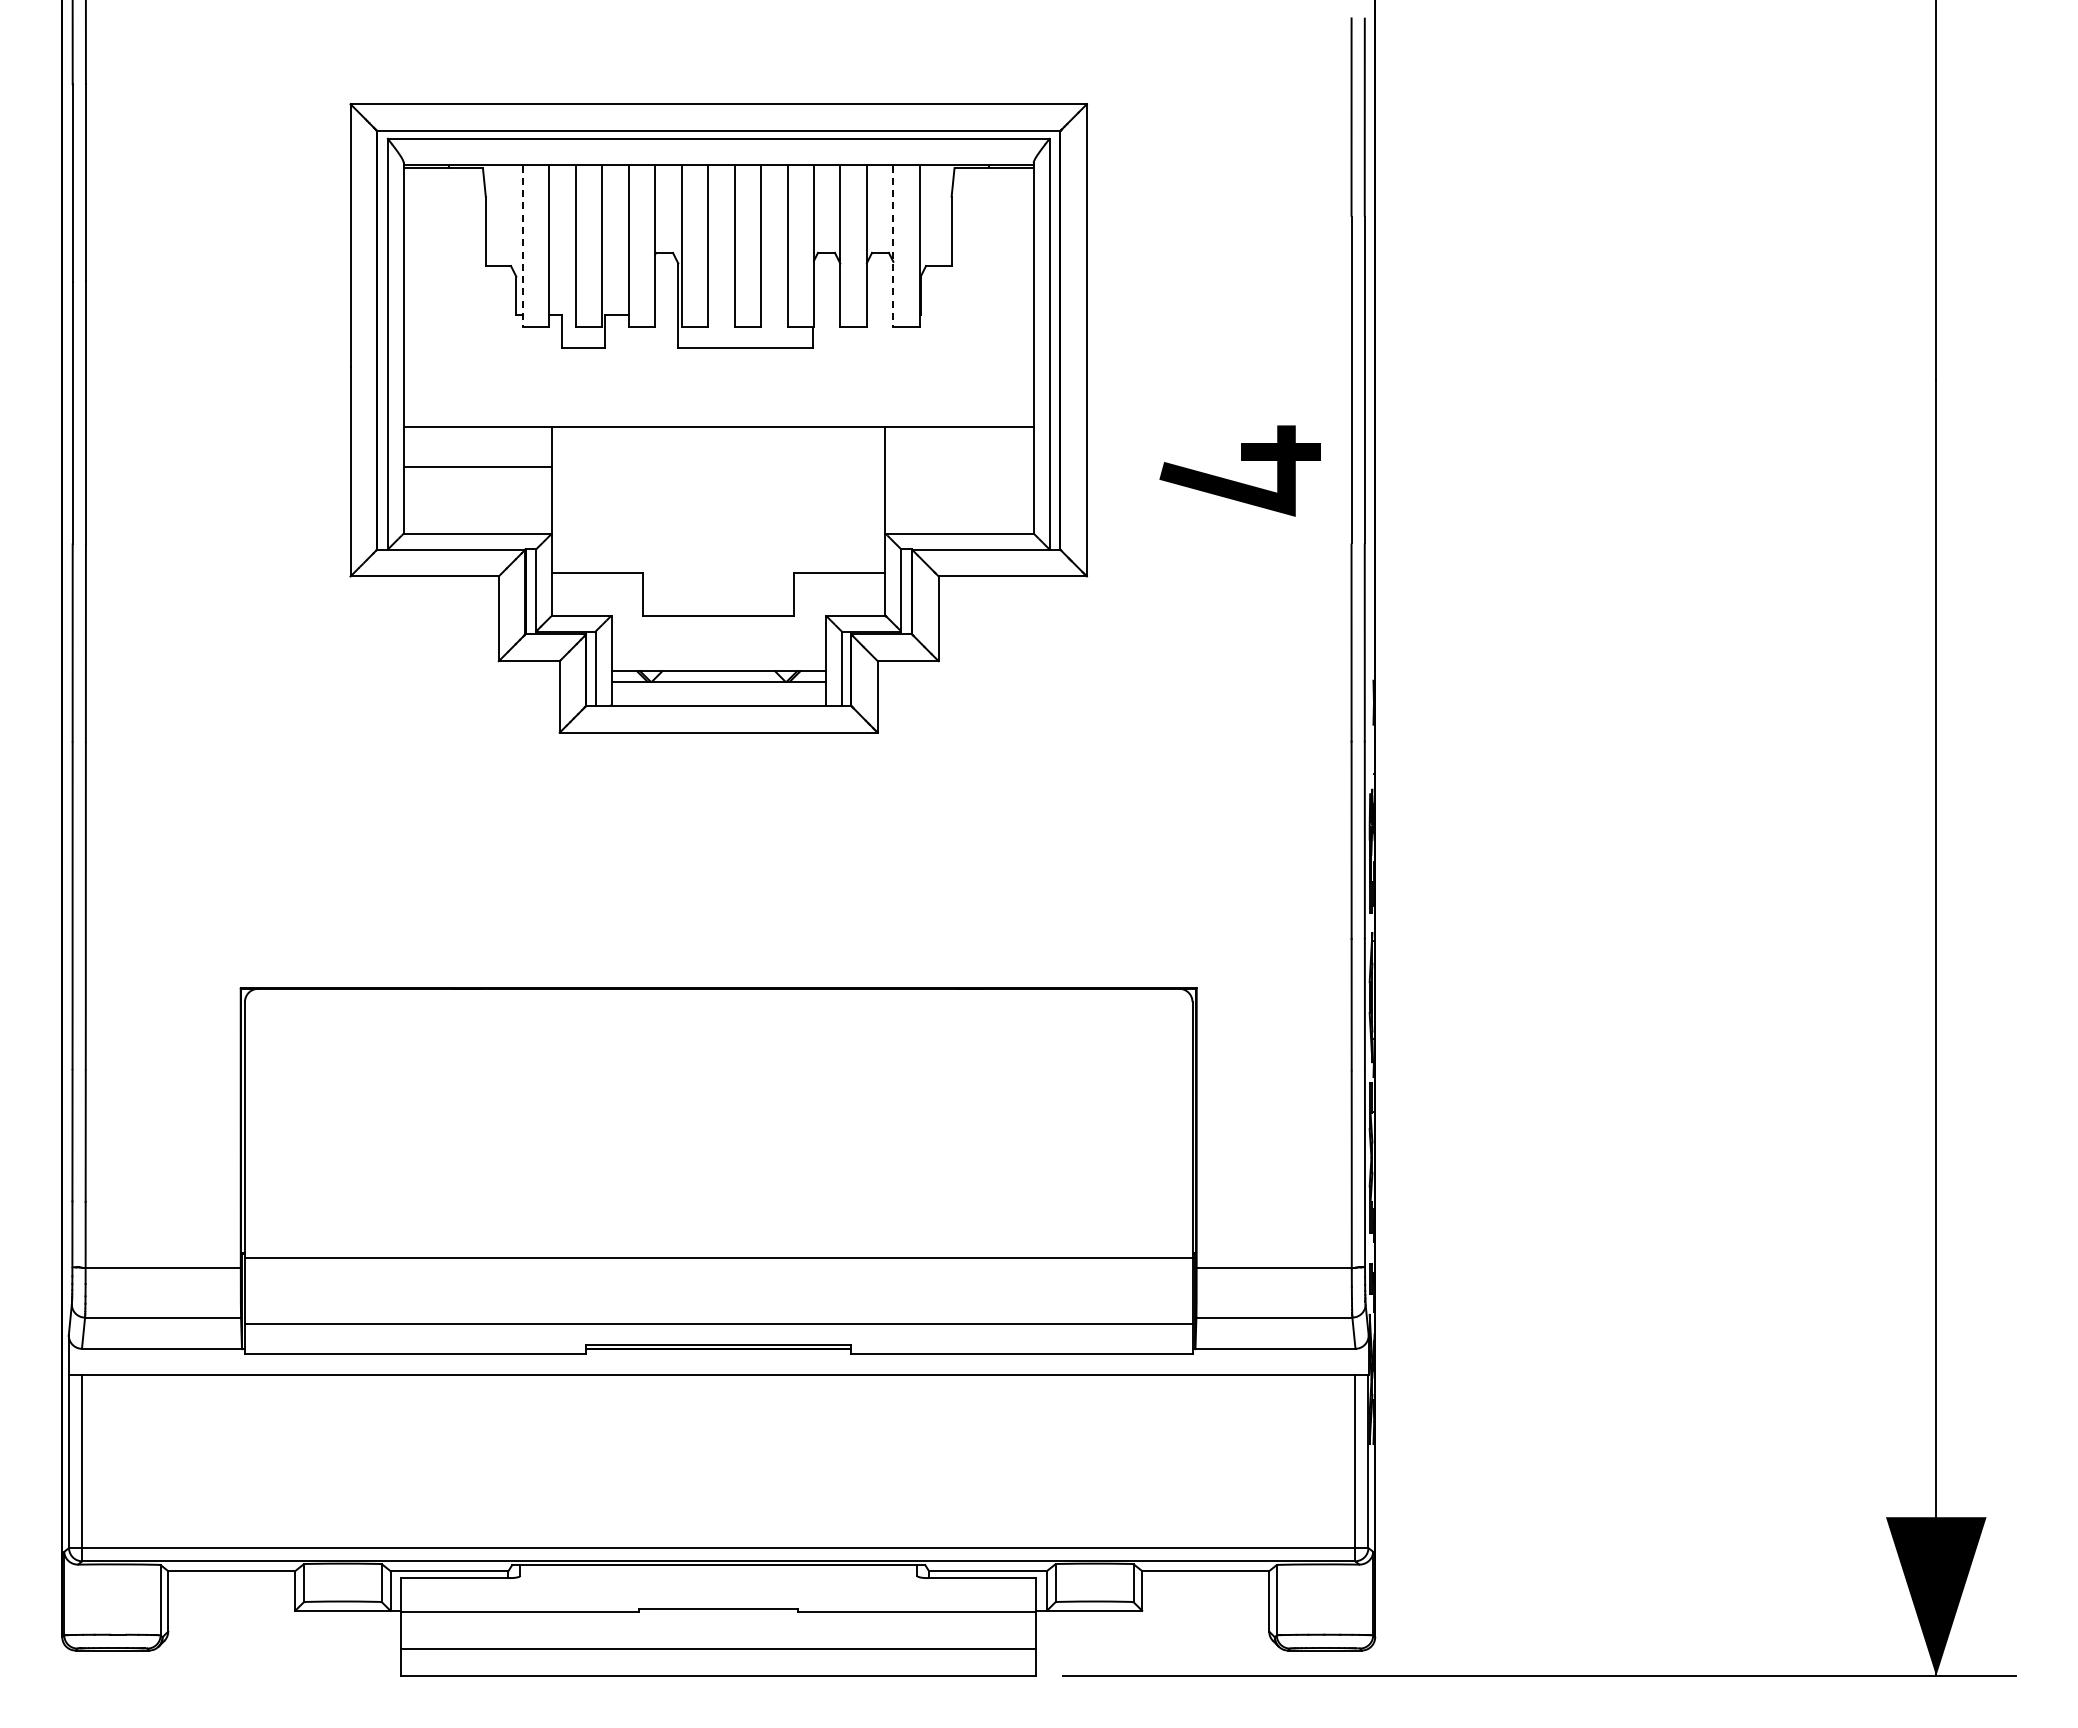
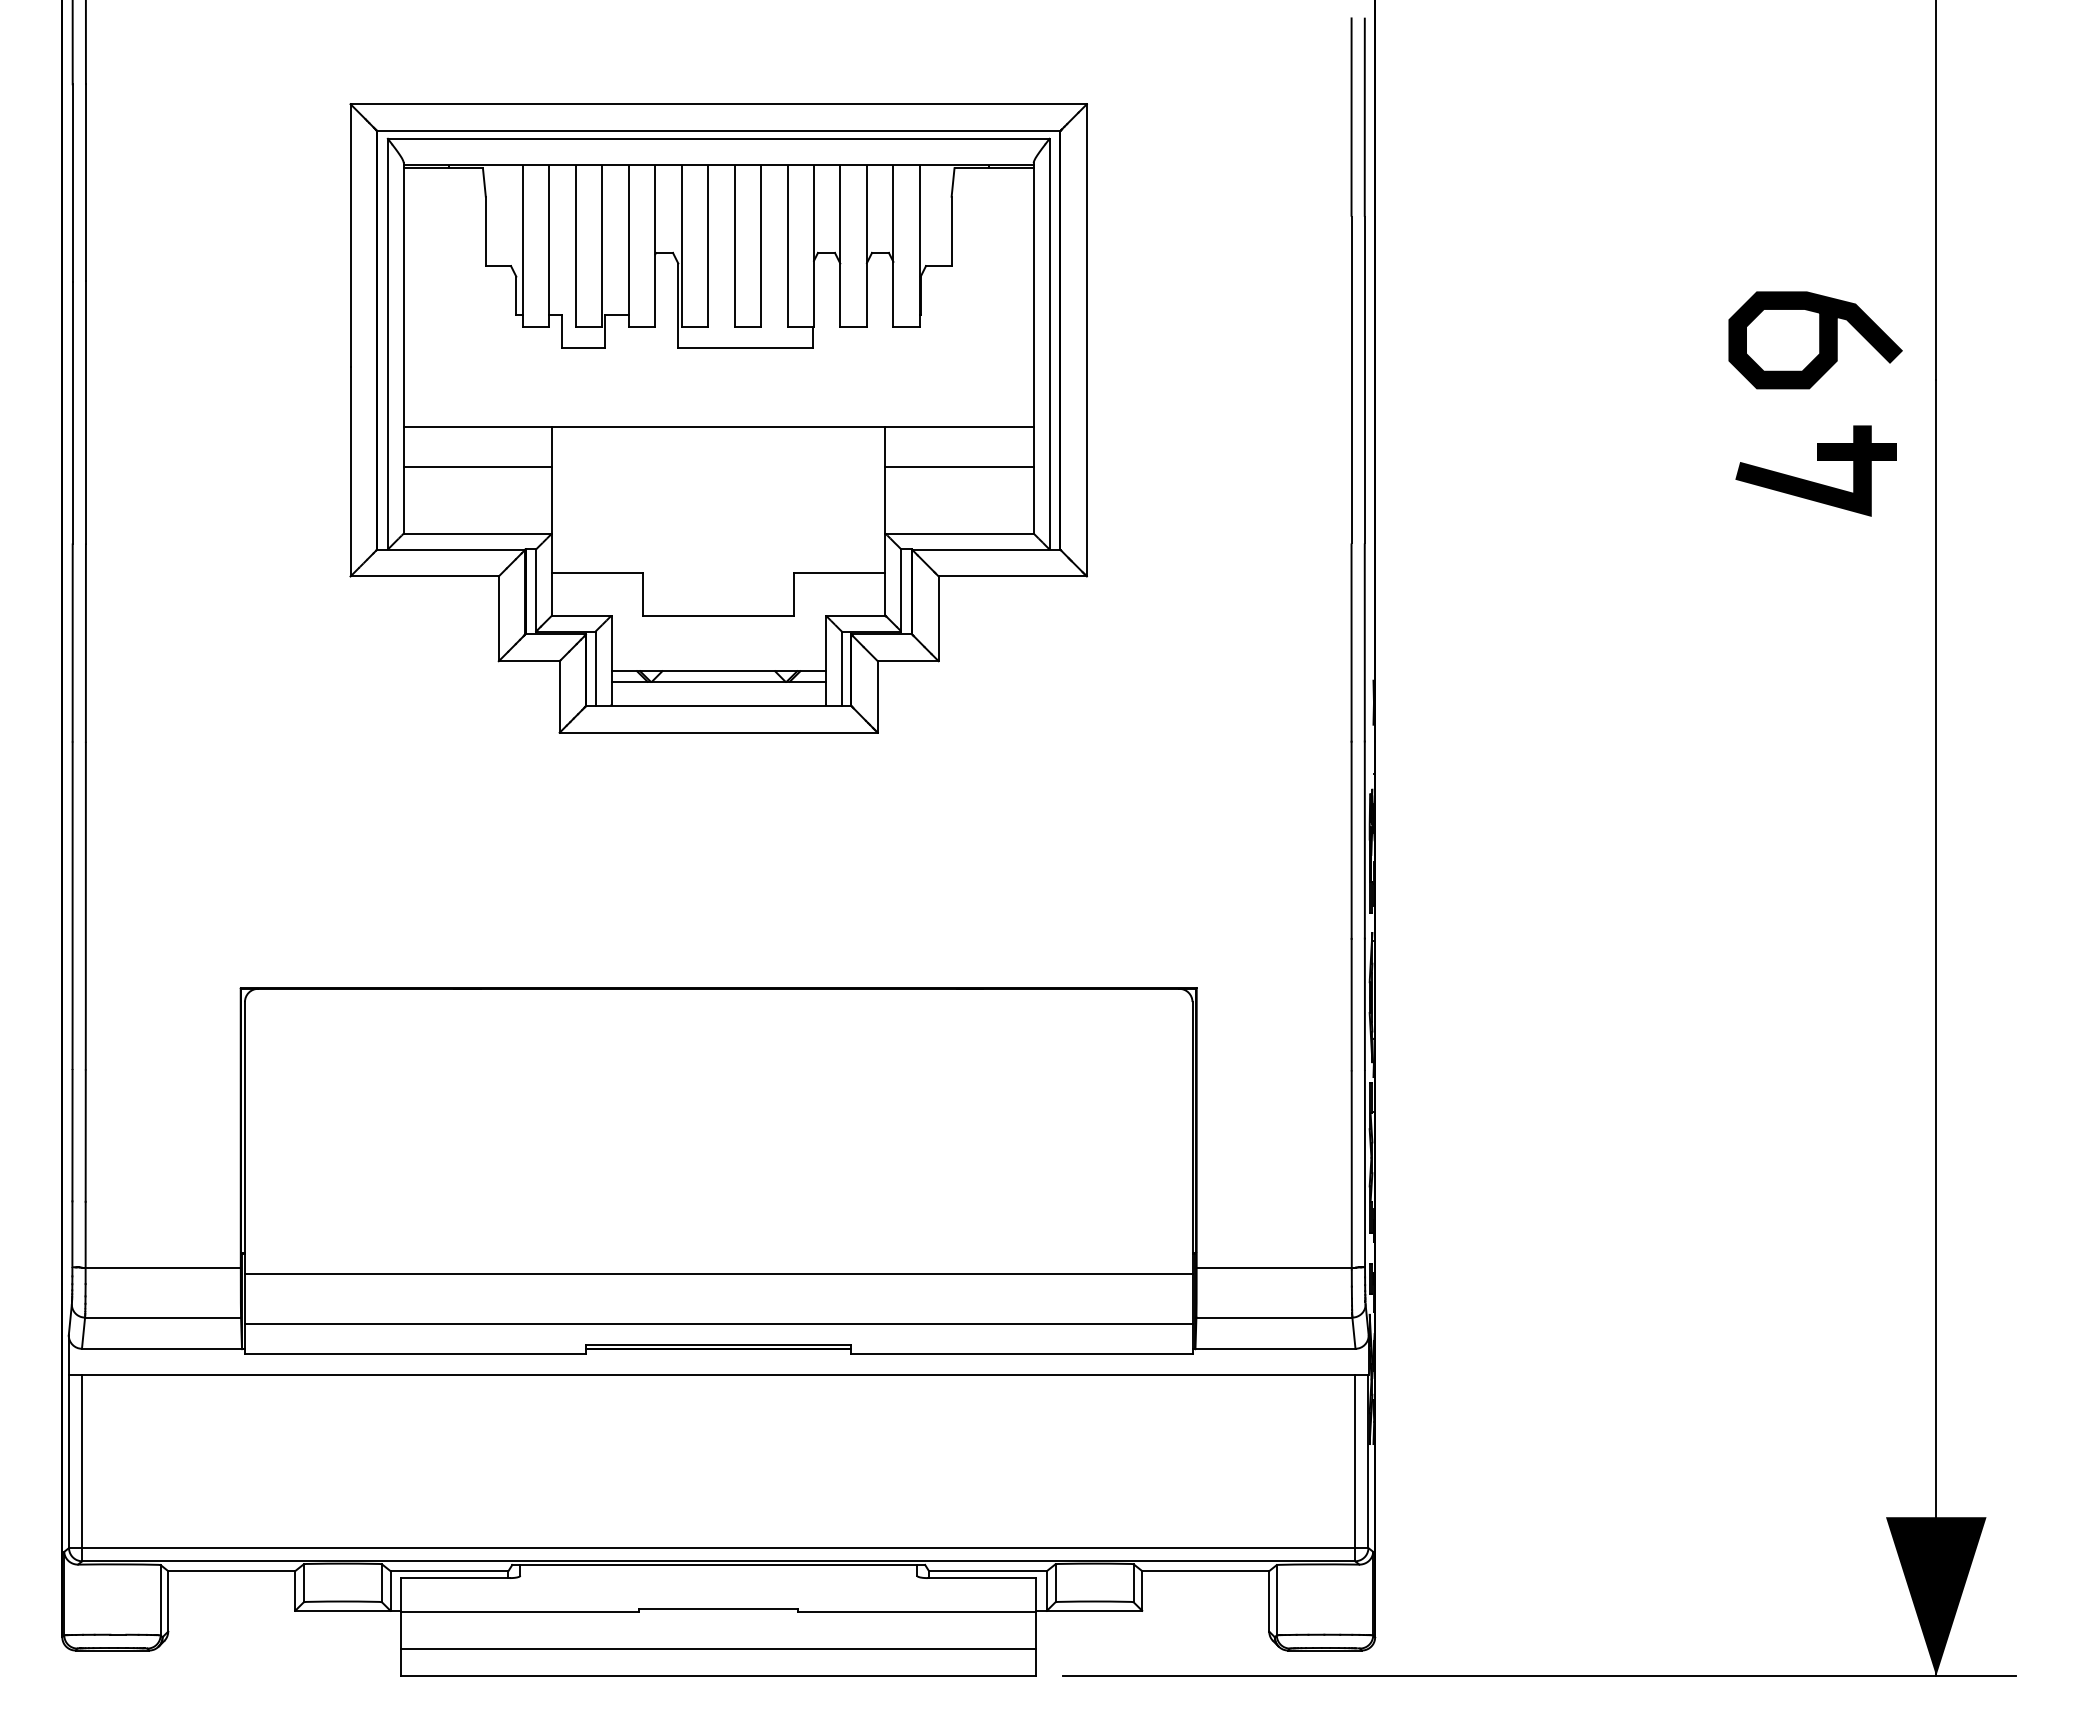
line at (522, 246): dashed -> solid
line at (893, 246): dashed -> solid
curve at (1819, 340): none -> present
part at (1241, 460) position: (1241, 460) -> (1817, 460)
line at (959, 467): none -> present
line at (718, 1258) position: (718, 1258) -> (718, 1274)
